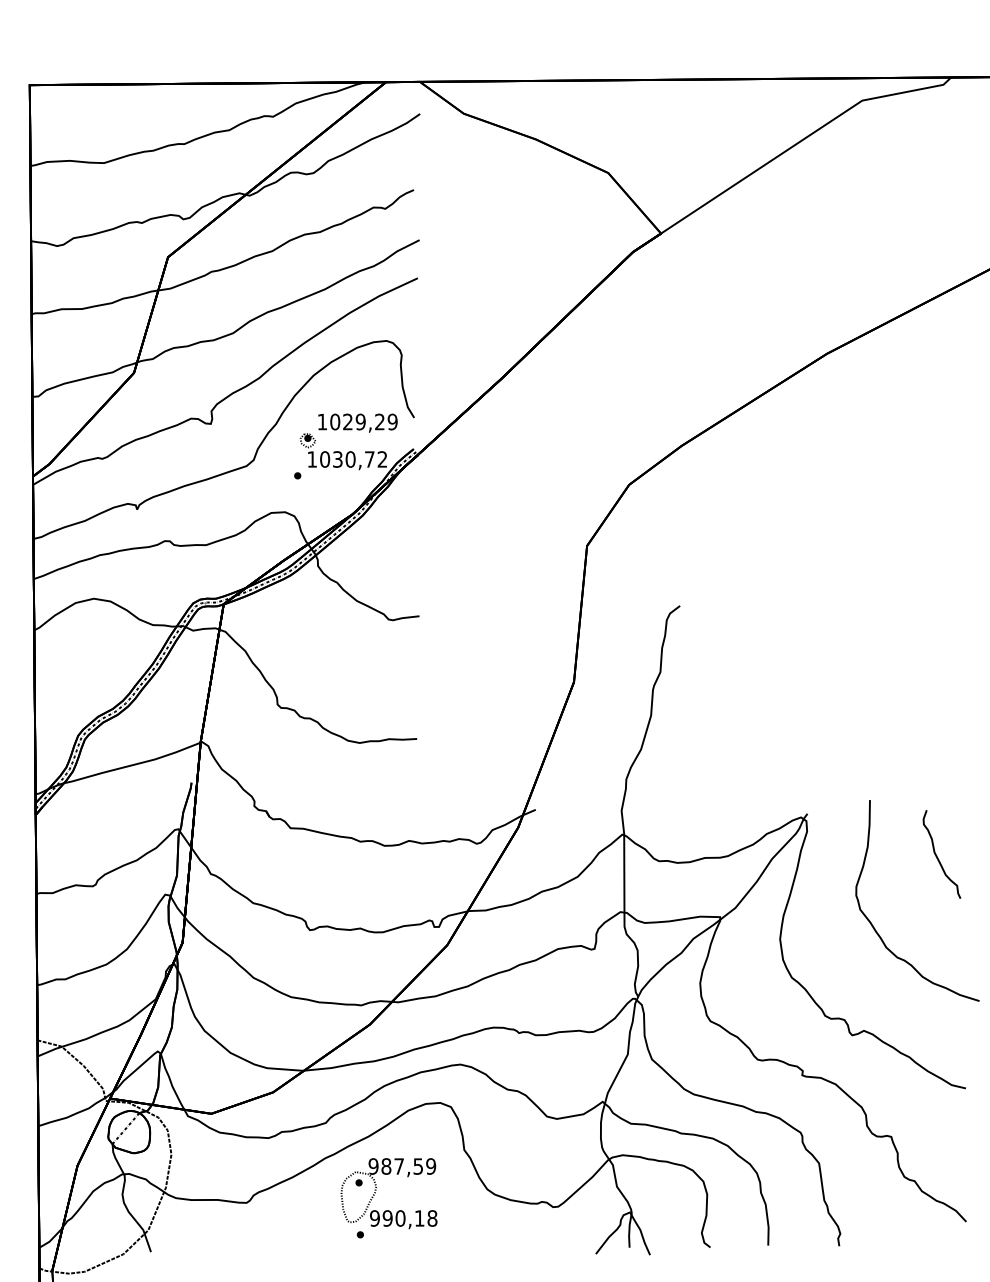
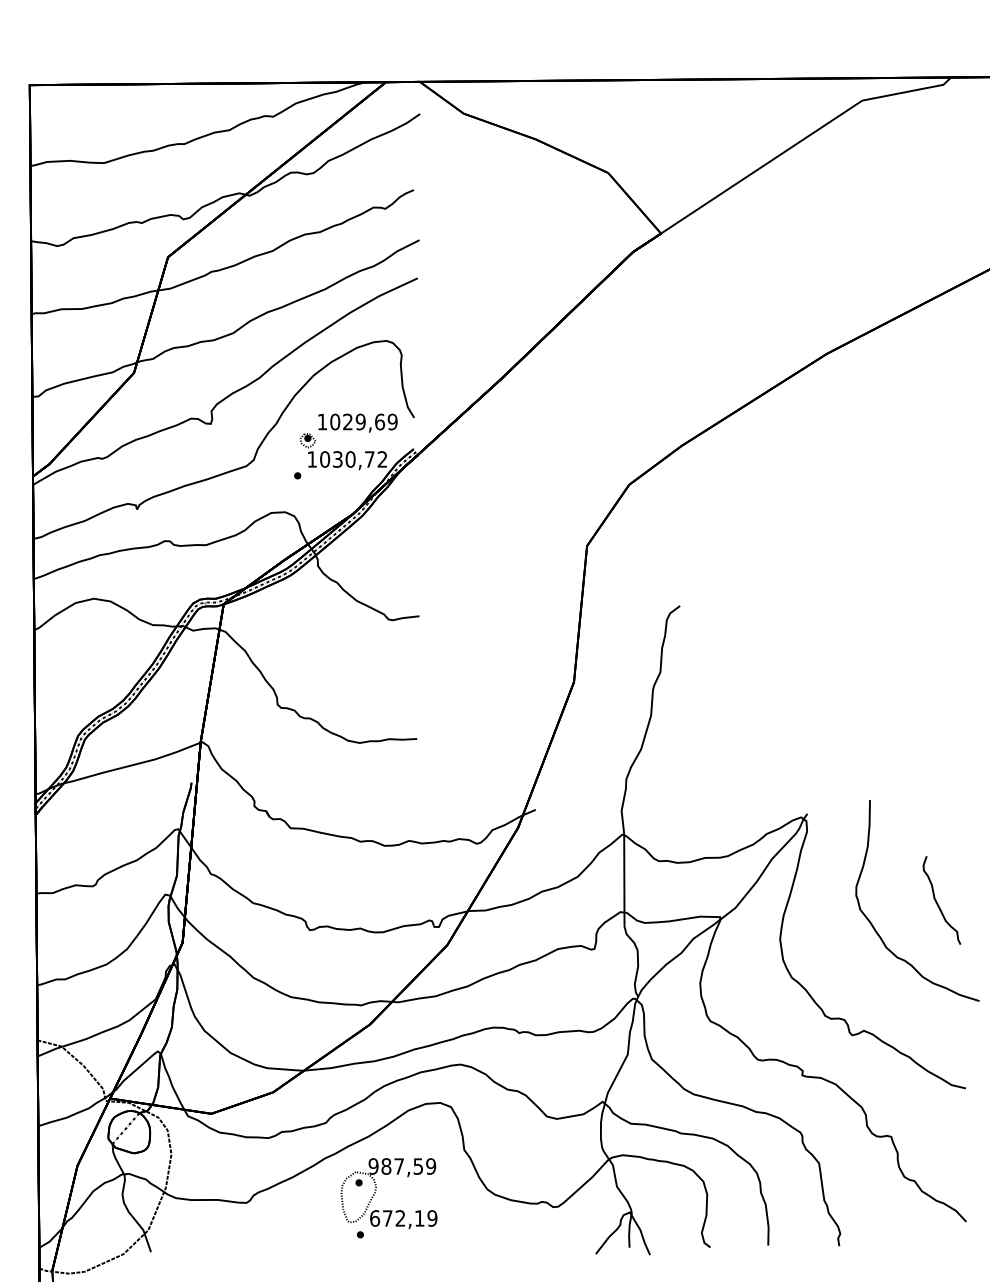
text at (380, 421): 1029,29 -> 1029,69
curve at (937, 855) position: (937, 855) -> (937, 901)
text at (403, 1218): 990,18 -> 672,19
